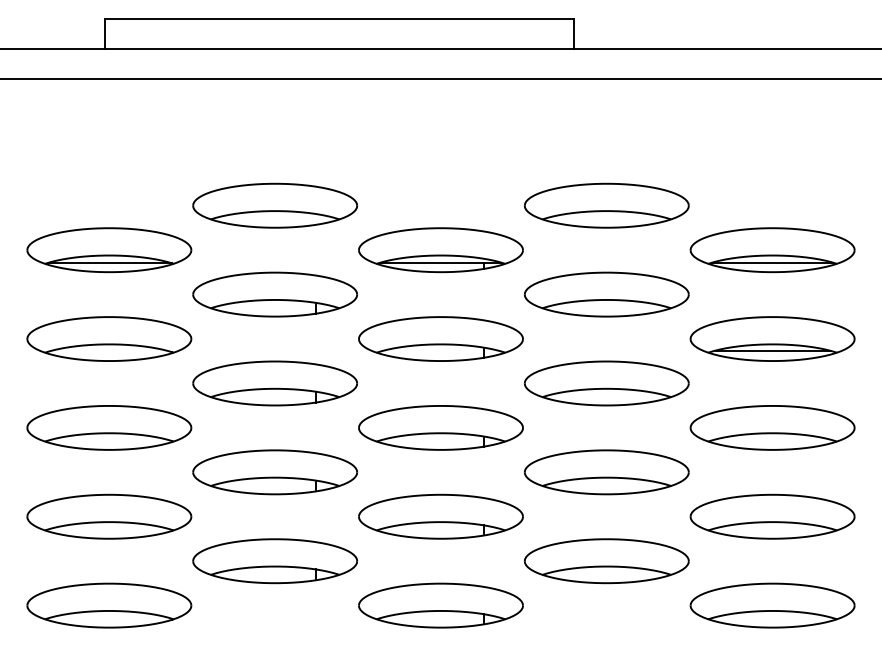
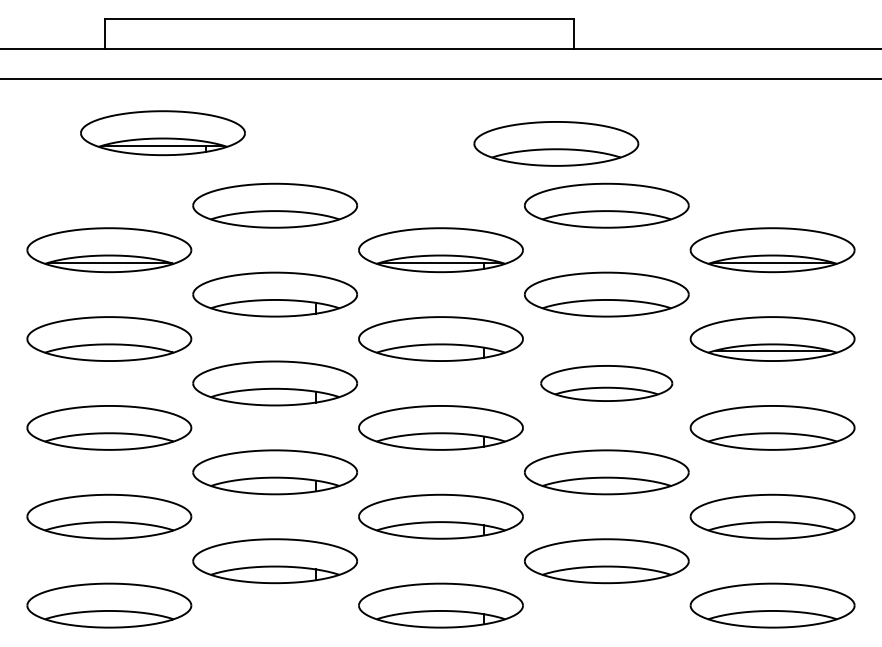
part at (162, 133): none -> present
part at (556, 143): none -> present
part at (606, 383) size: 167x47 px -> 134x37 px
